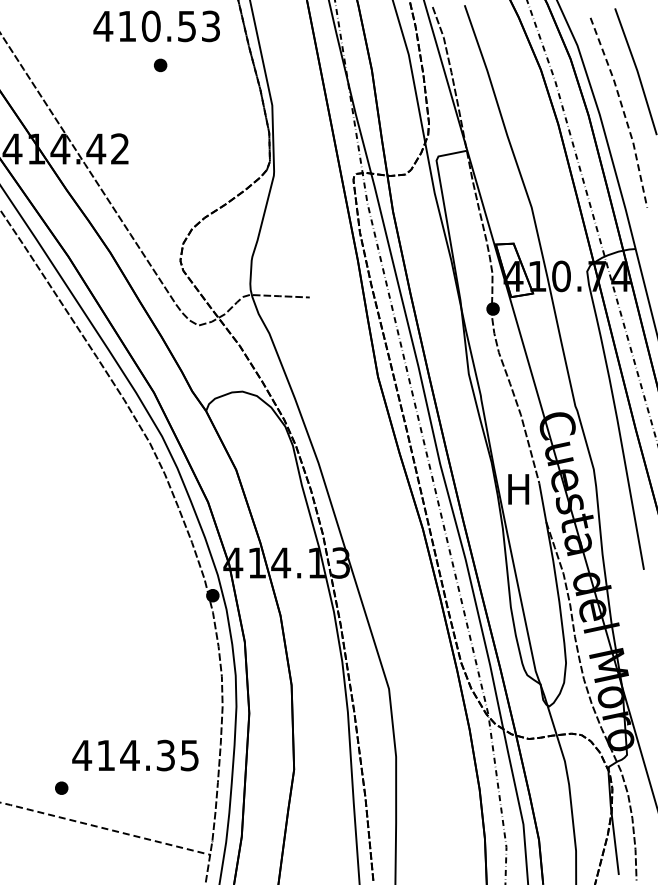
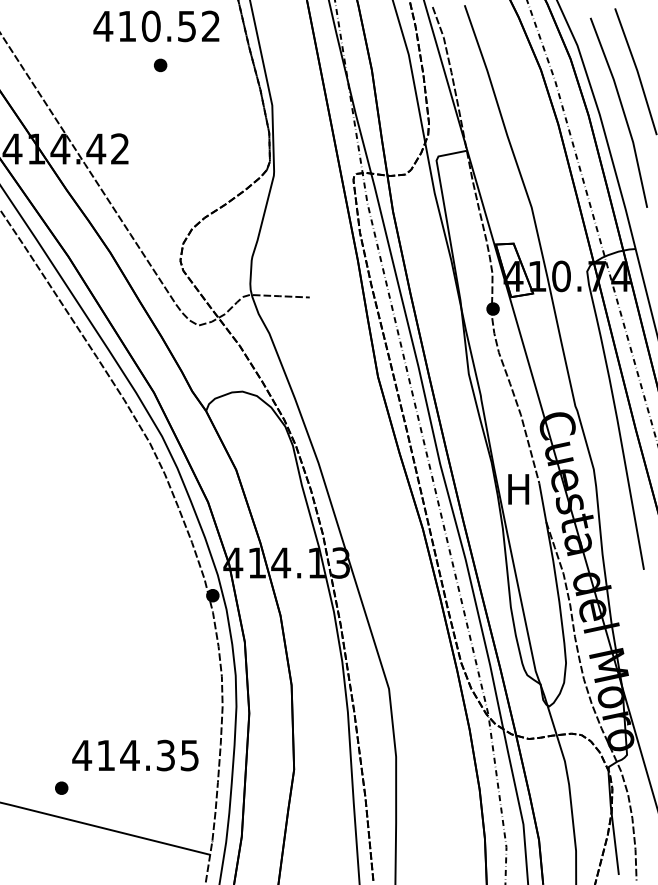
text at (210, 26): 410.53 -> 410.52
line at (623, 111): dashed -> solid
line at (105, 828): dashed -> solid
